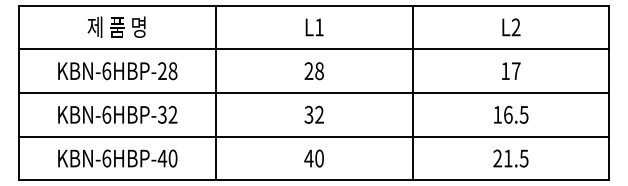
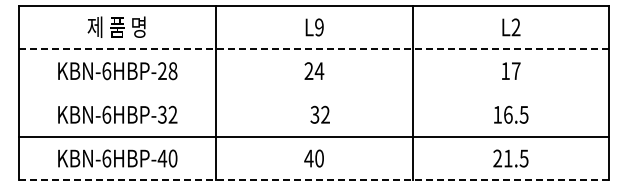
text at (319, 27): L1 -> L9
line at (314, 49): solid -> dashed
text at (319, 71): 28 -> 24
line at (313, 93): present -> none
text at (313, 114) position: (313, 114) -> (319, 114)
line at (314, 180): solid -> dashed
